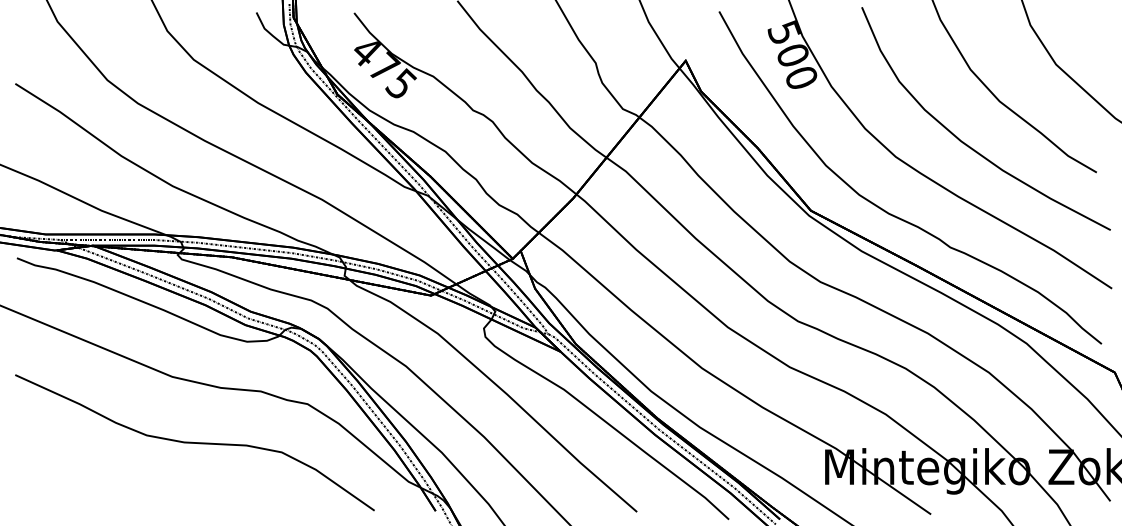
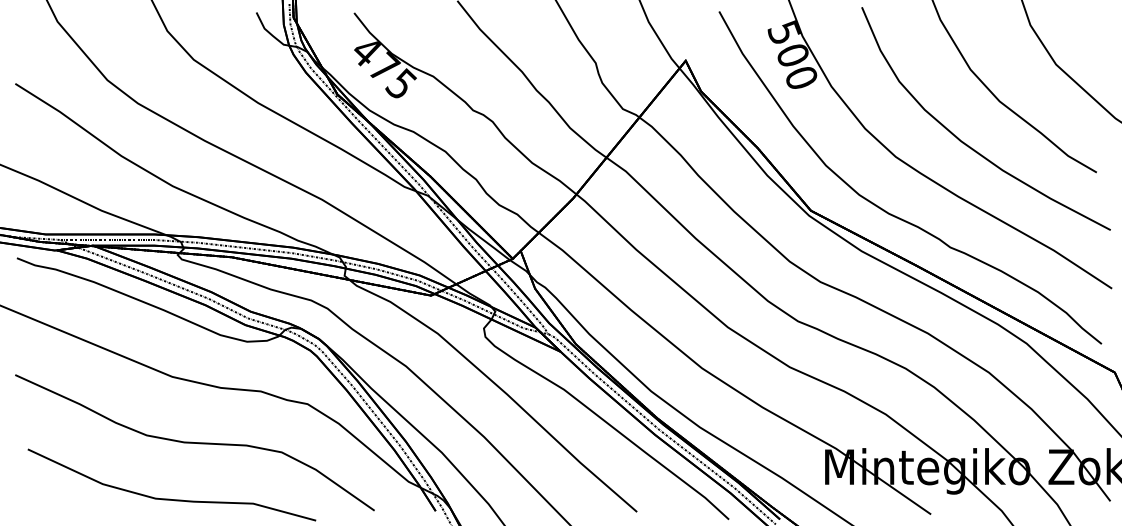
part at (170, 498): none -> present
